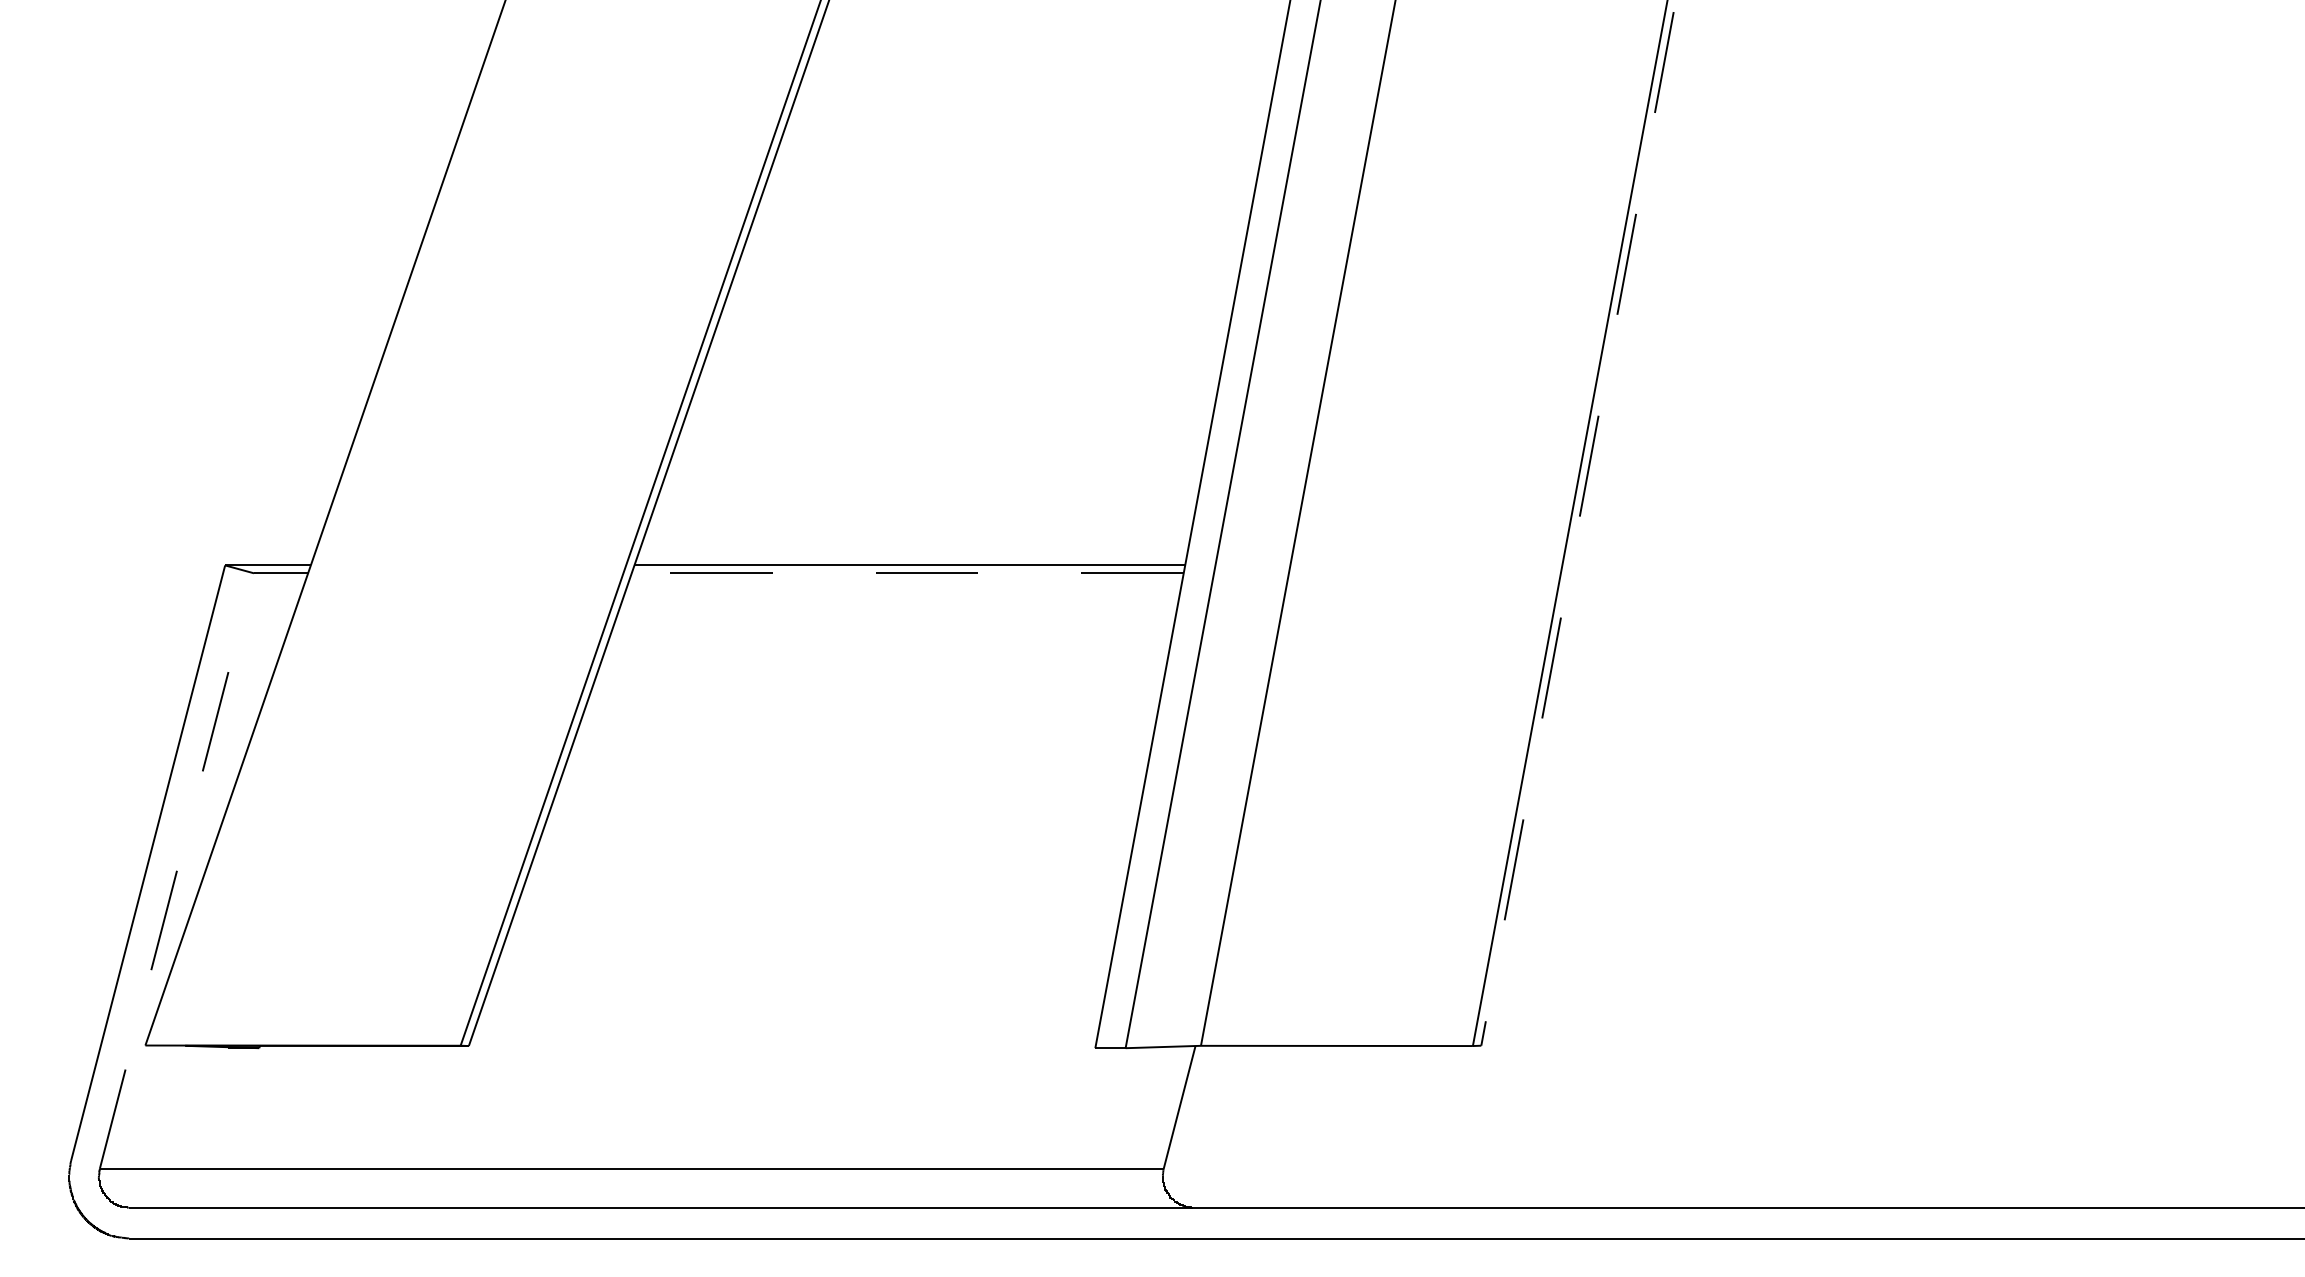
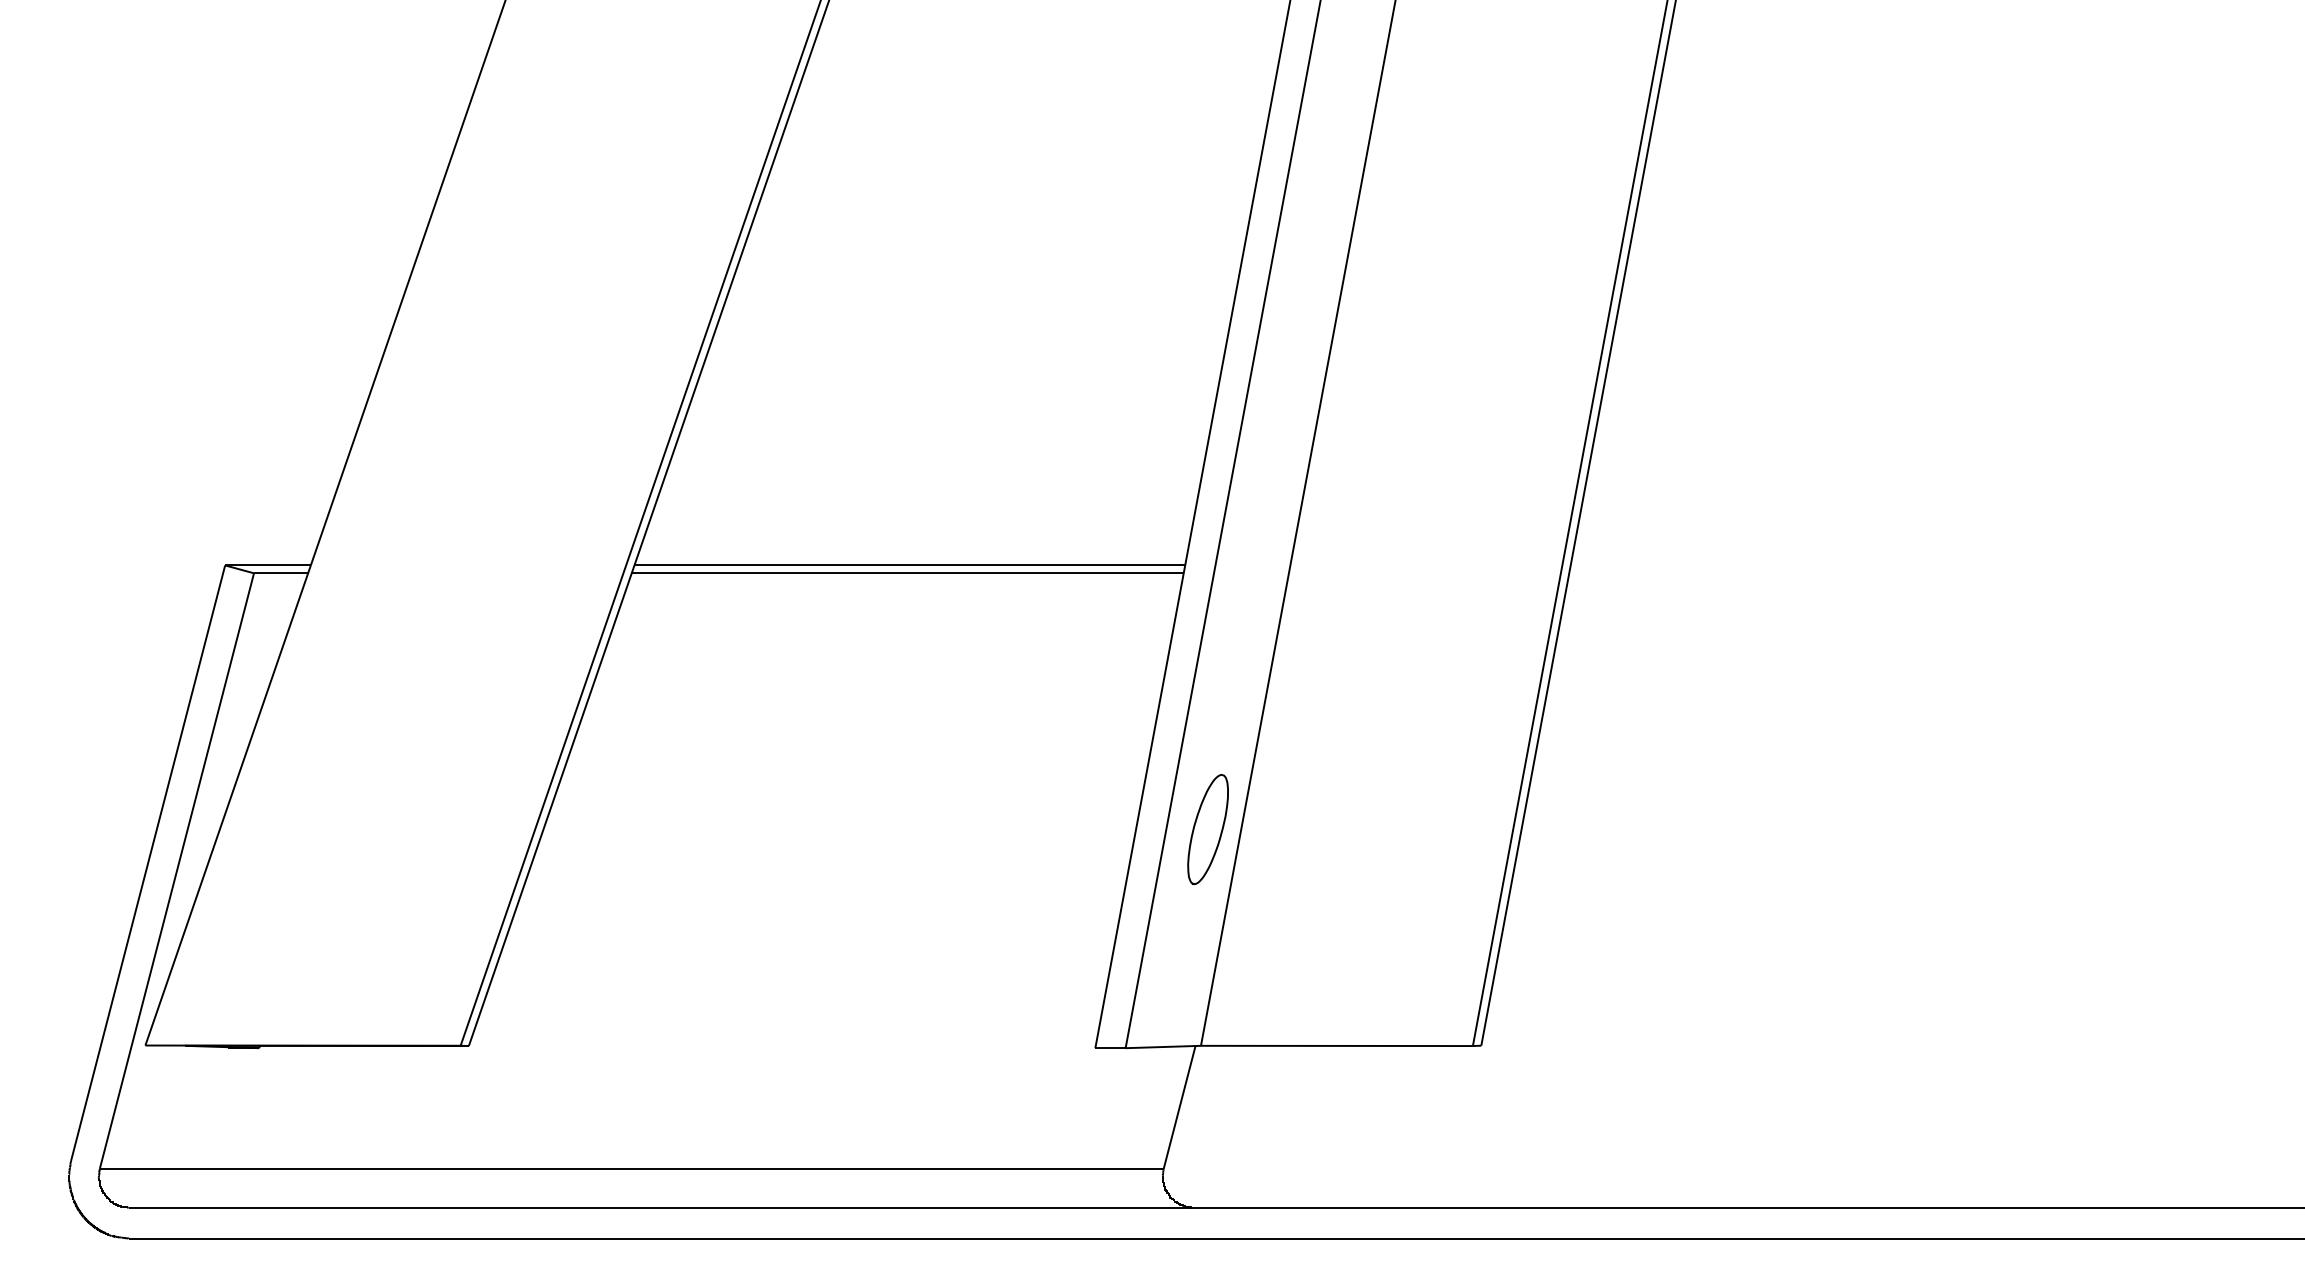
line at (1578, 523): dashed -> solid
line at (907, 573): dashed -> solid
part at (1207, 829): none -> present
line at (176, 871): dashed -> solid
